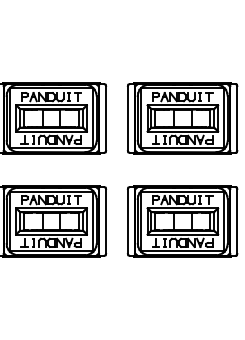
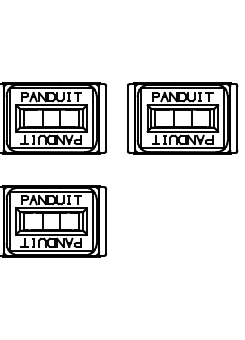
part at (182, 221): present -> none
